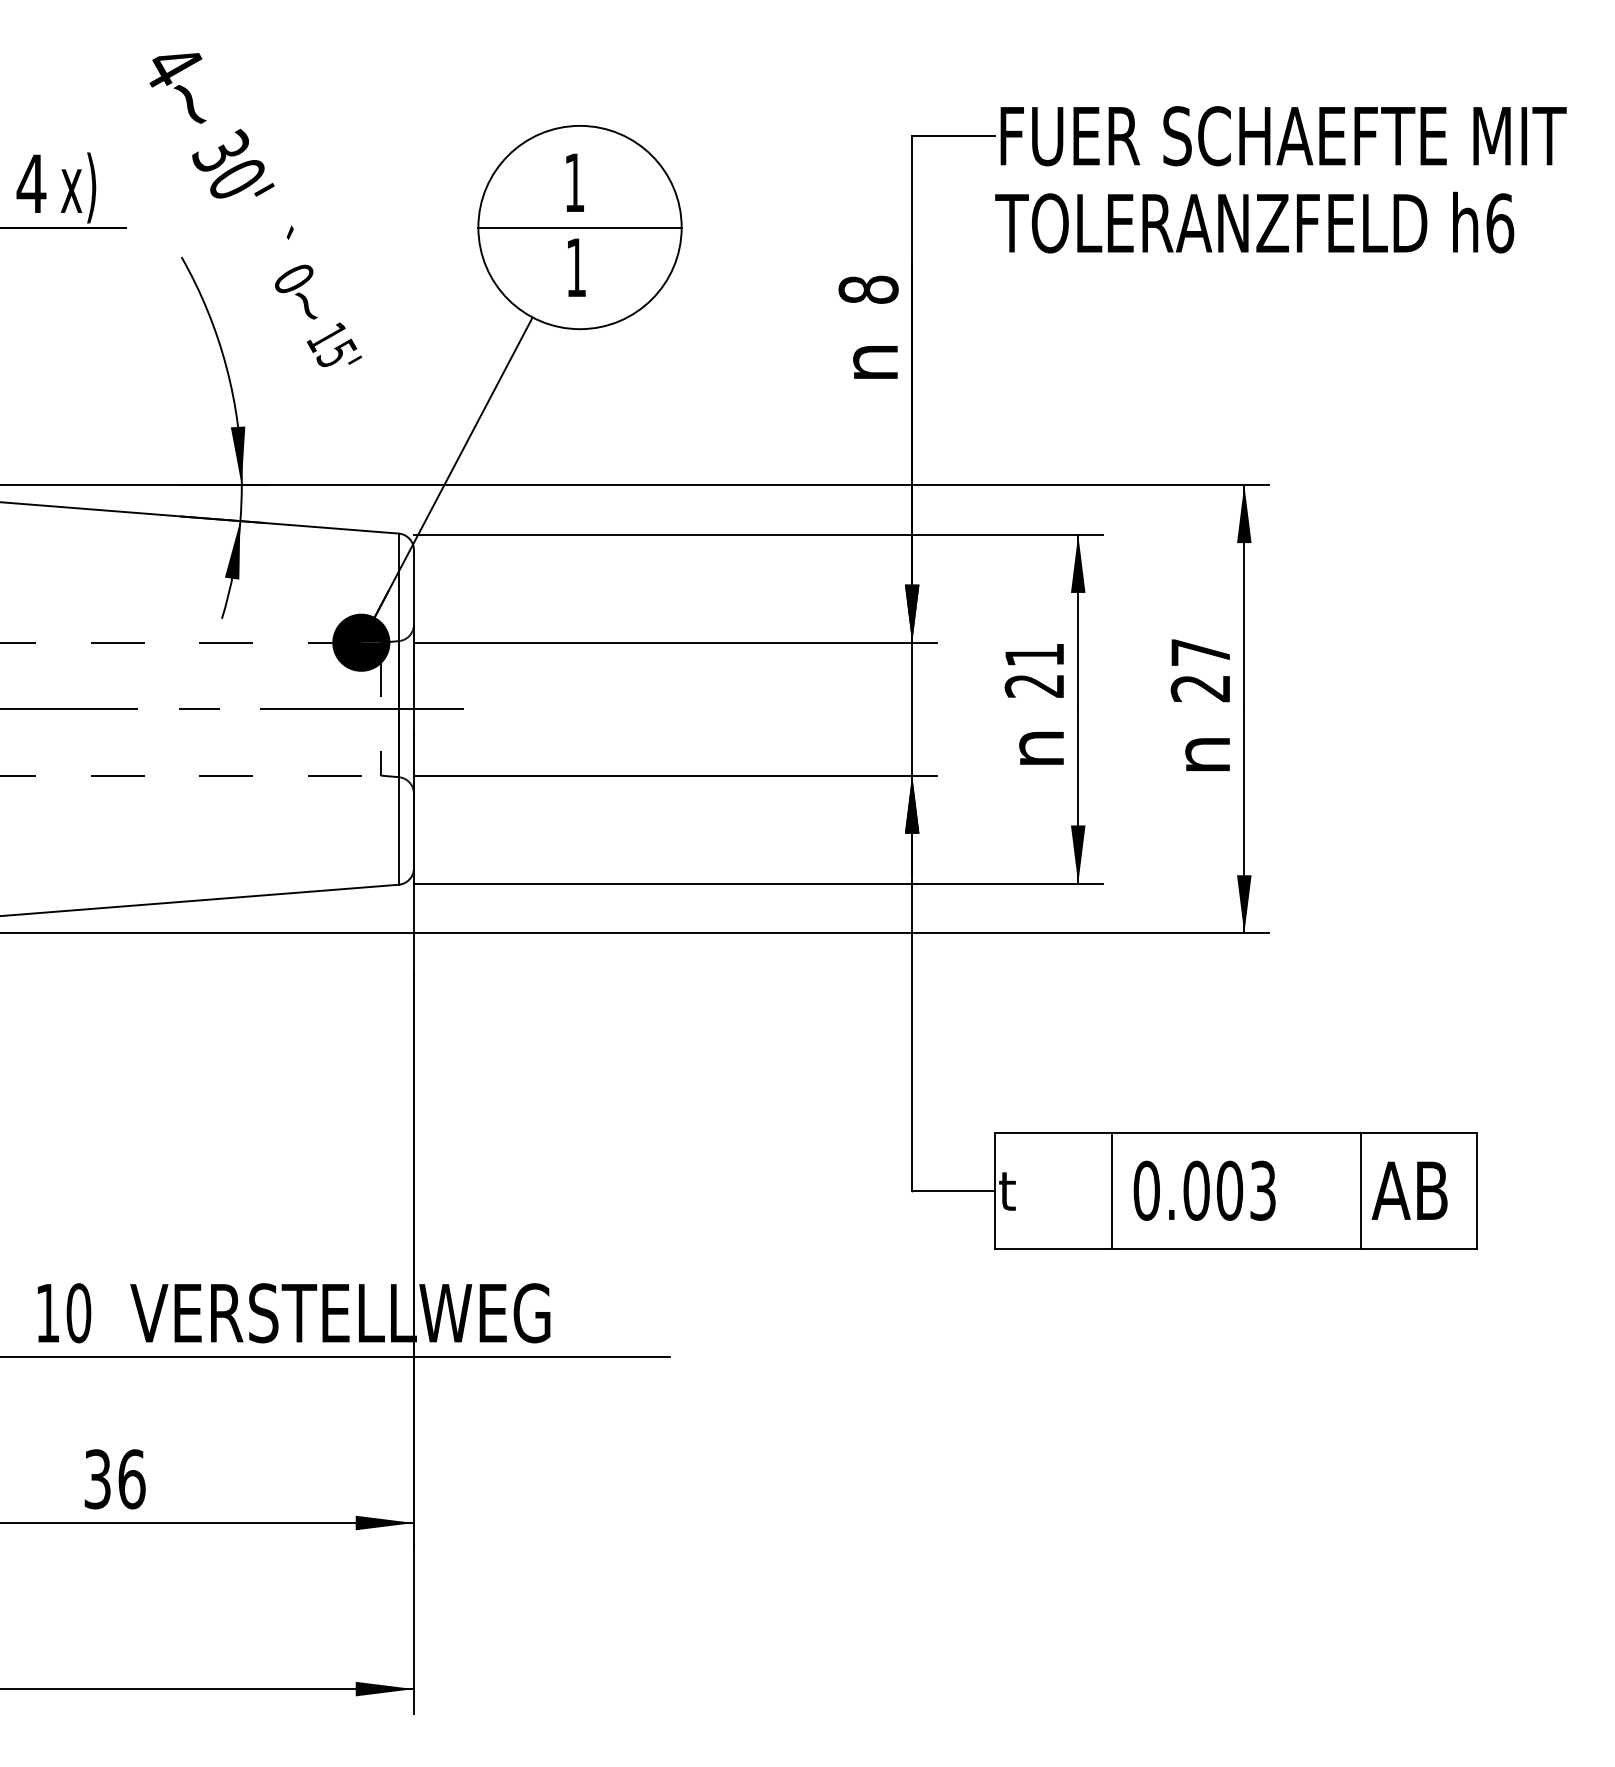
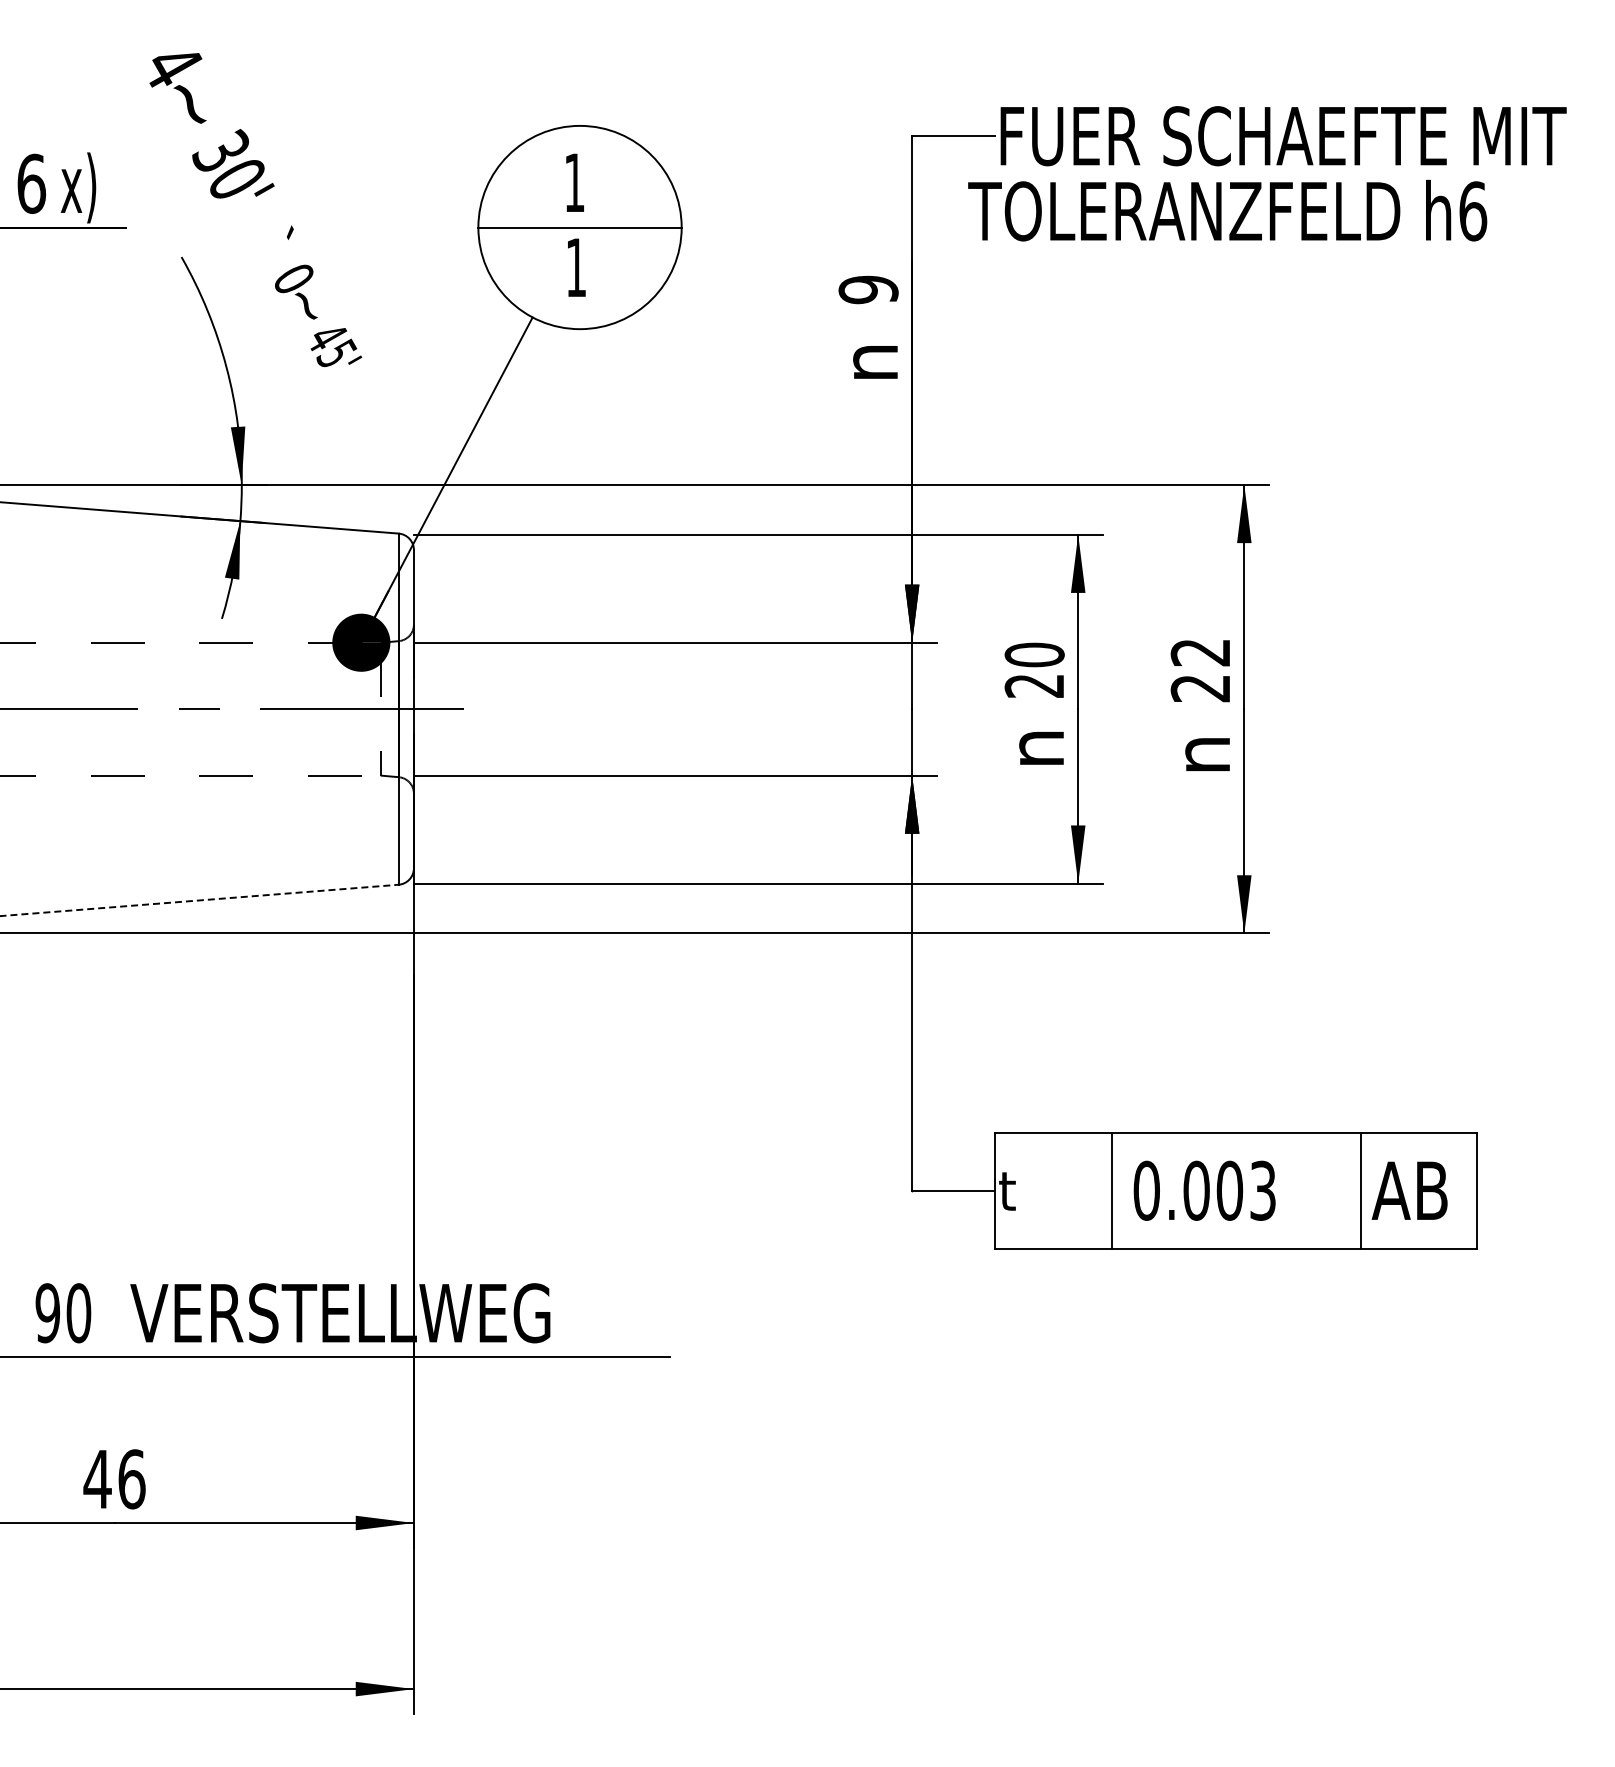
text at (31, 183): 4 -> 6
text at (1254, 222) position: (1254, 222) -> (1227, 210)
text at (868, 289): 8 -> 9
text at (326, 337): 15' -> 45'
text at (1199, 652): 27 -> 22
text at (1034, 654): 21 -> 20
line at (199, 900): solid -> dashed
text at (47, 1313): 10 -> 90
text at (97, 1479): 36 -> 46
